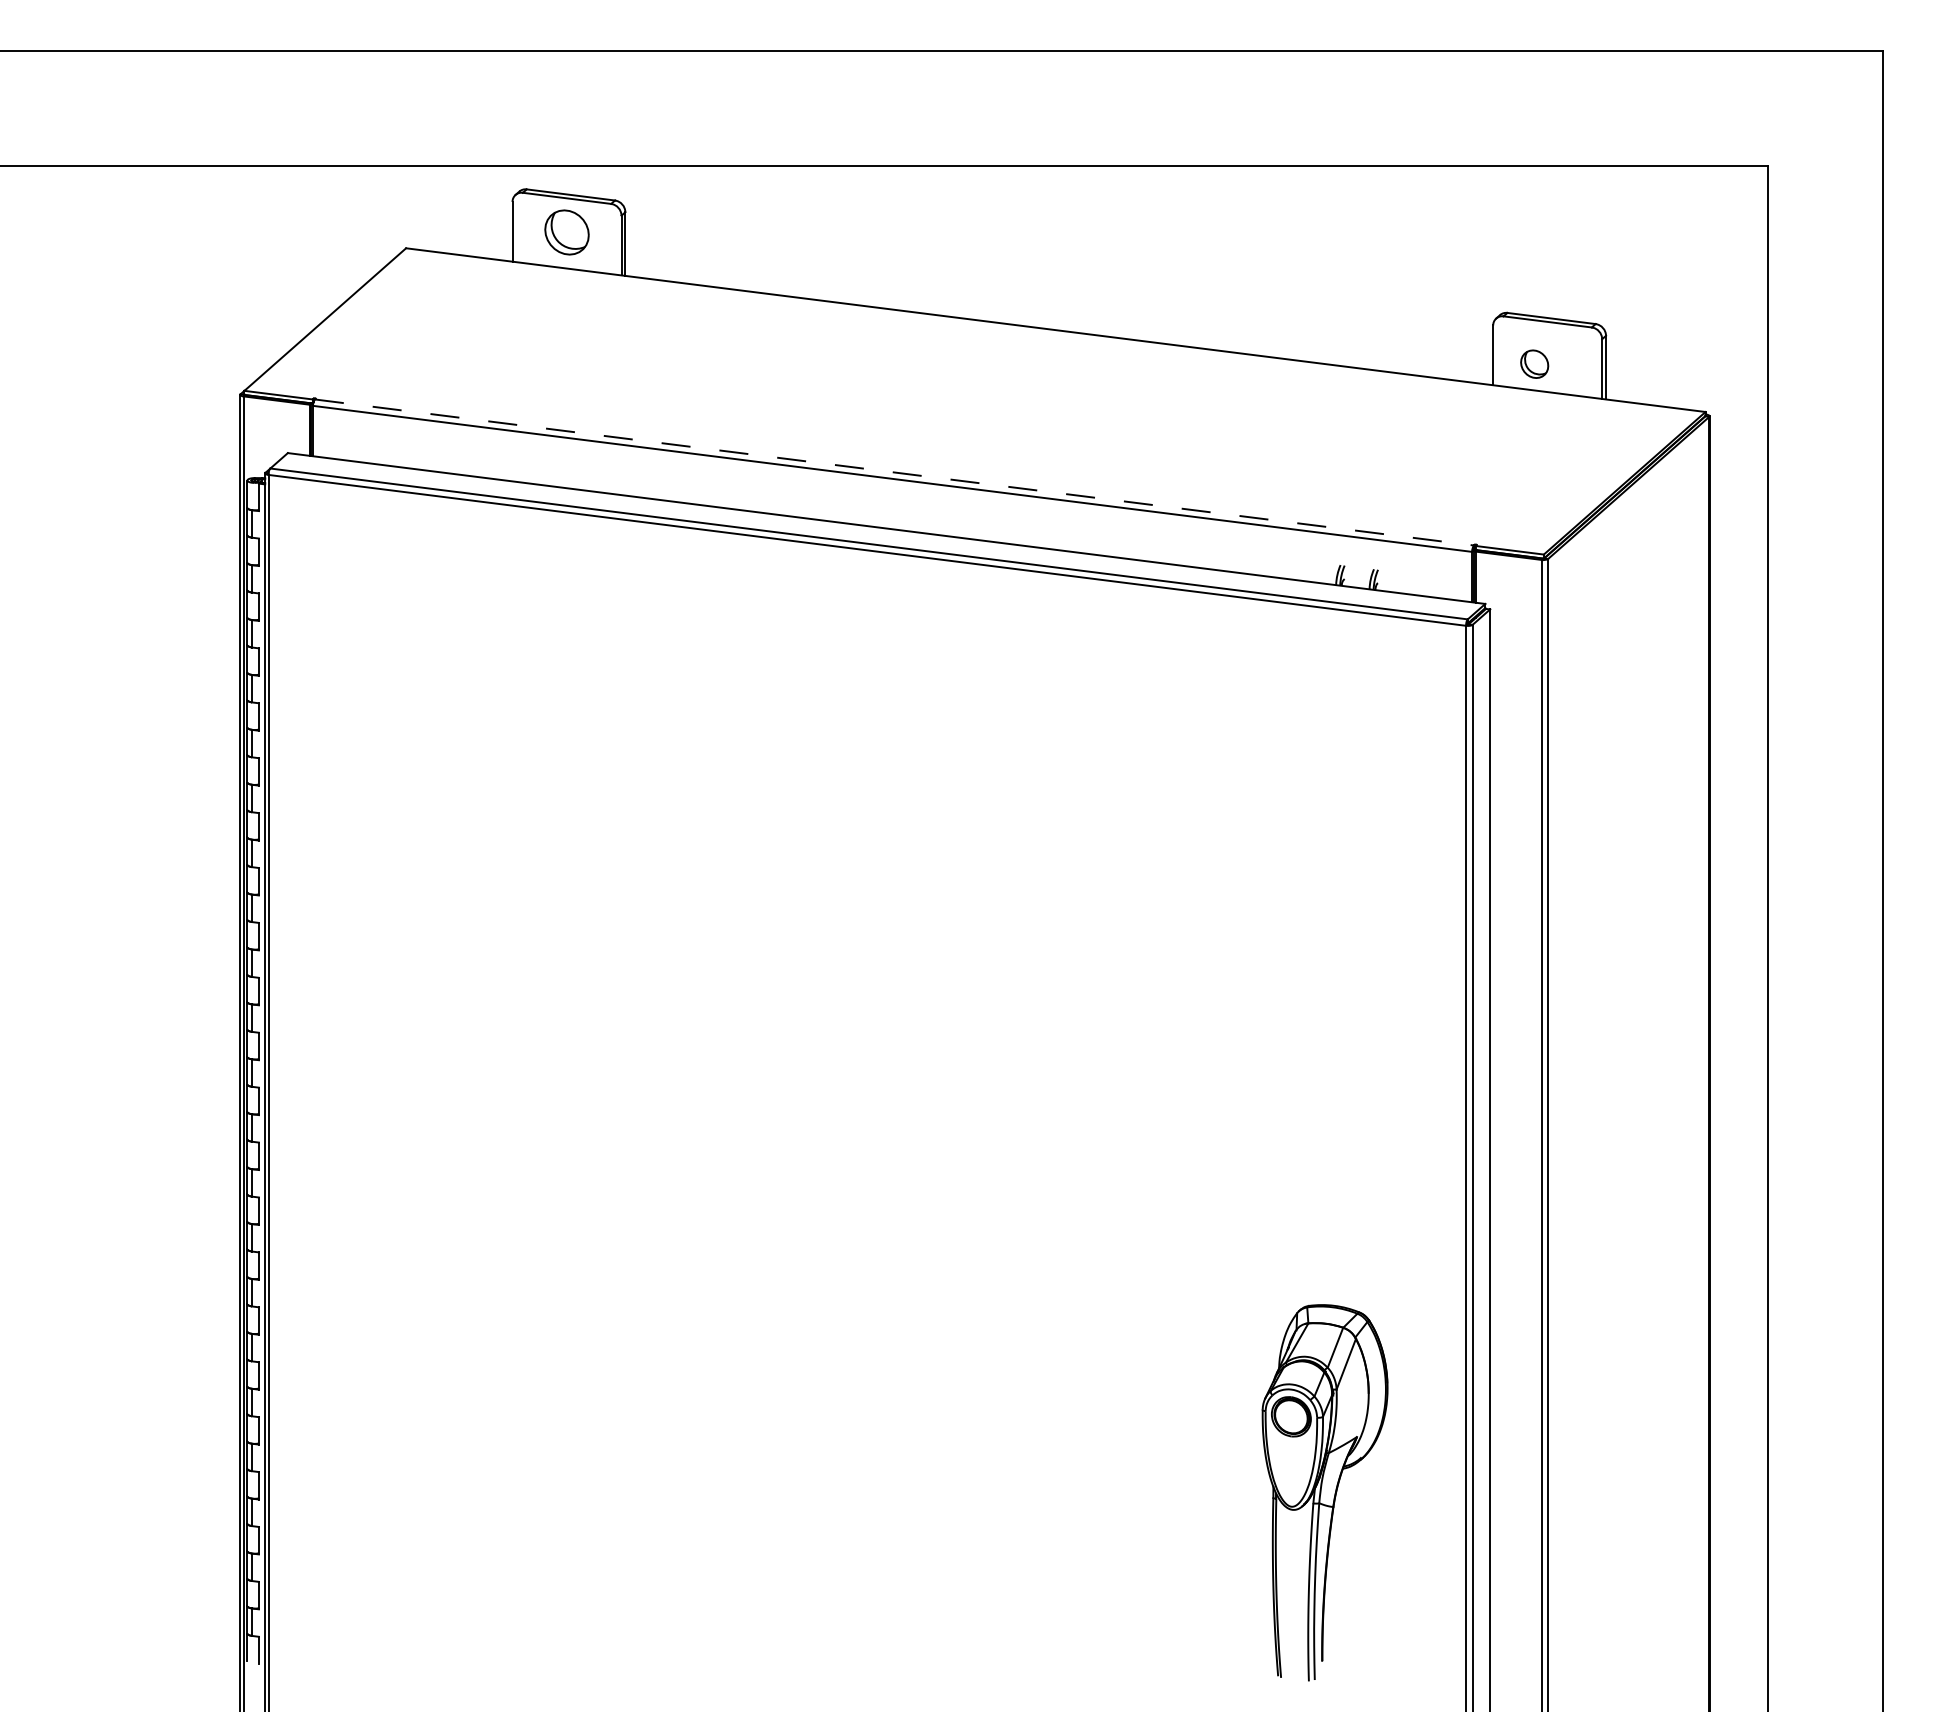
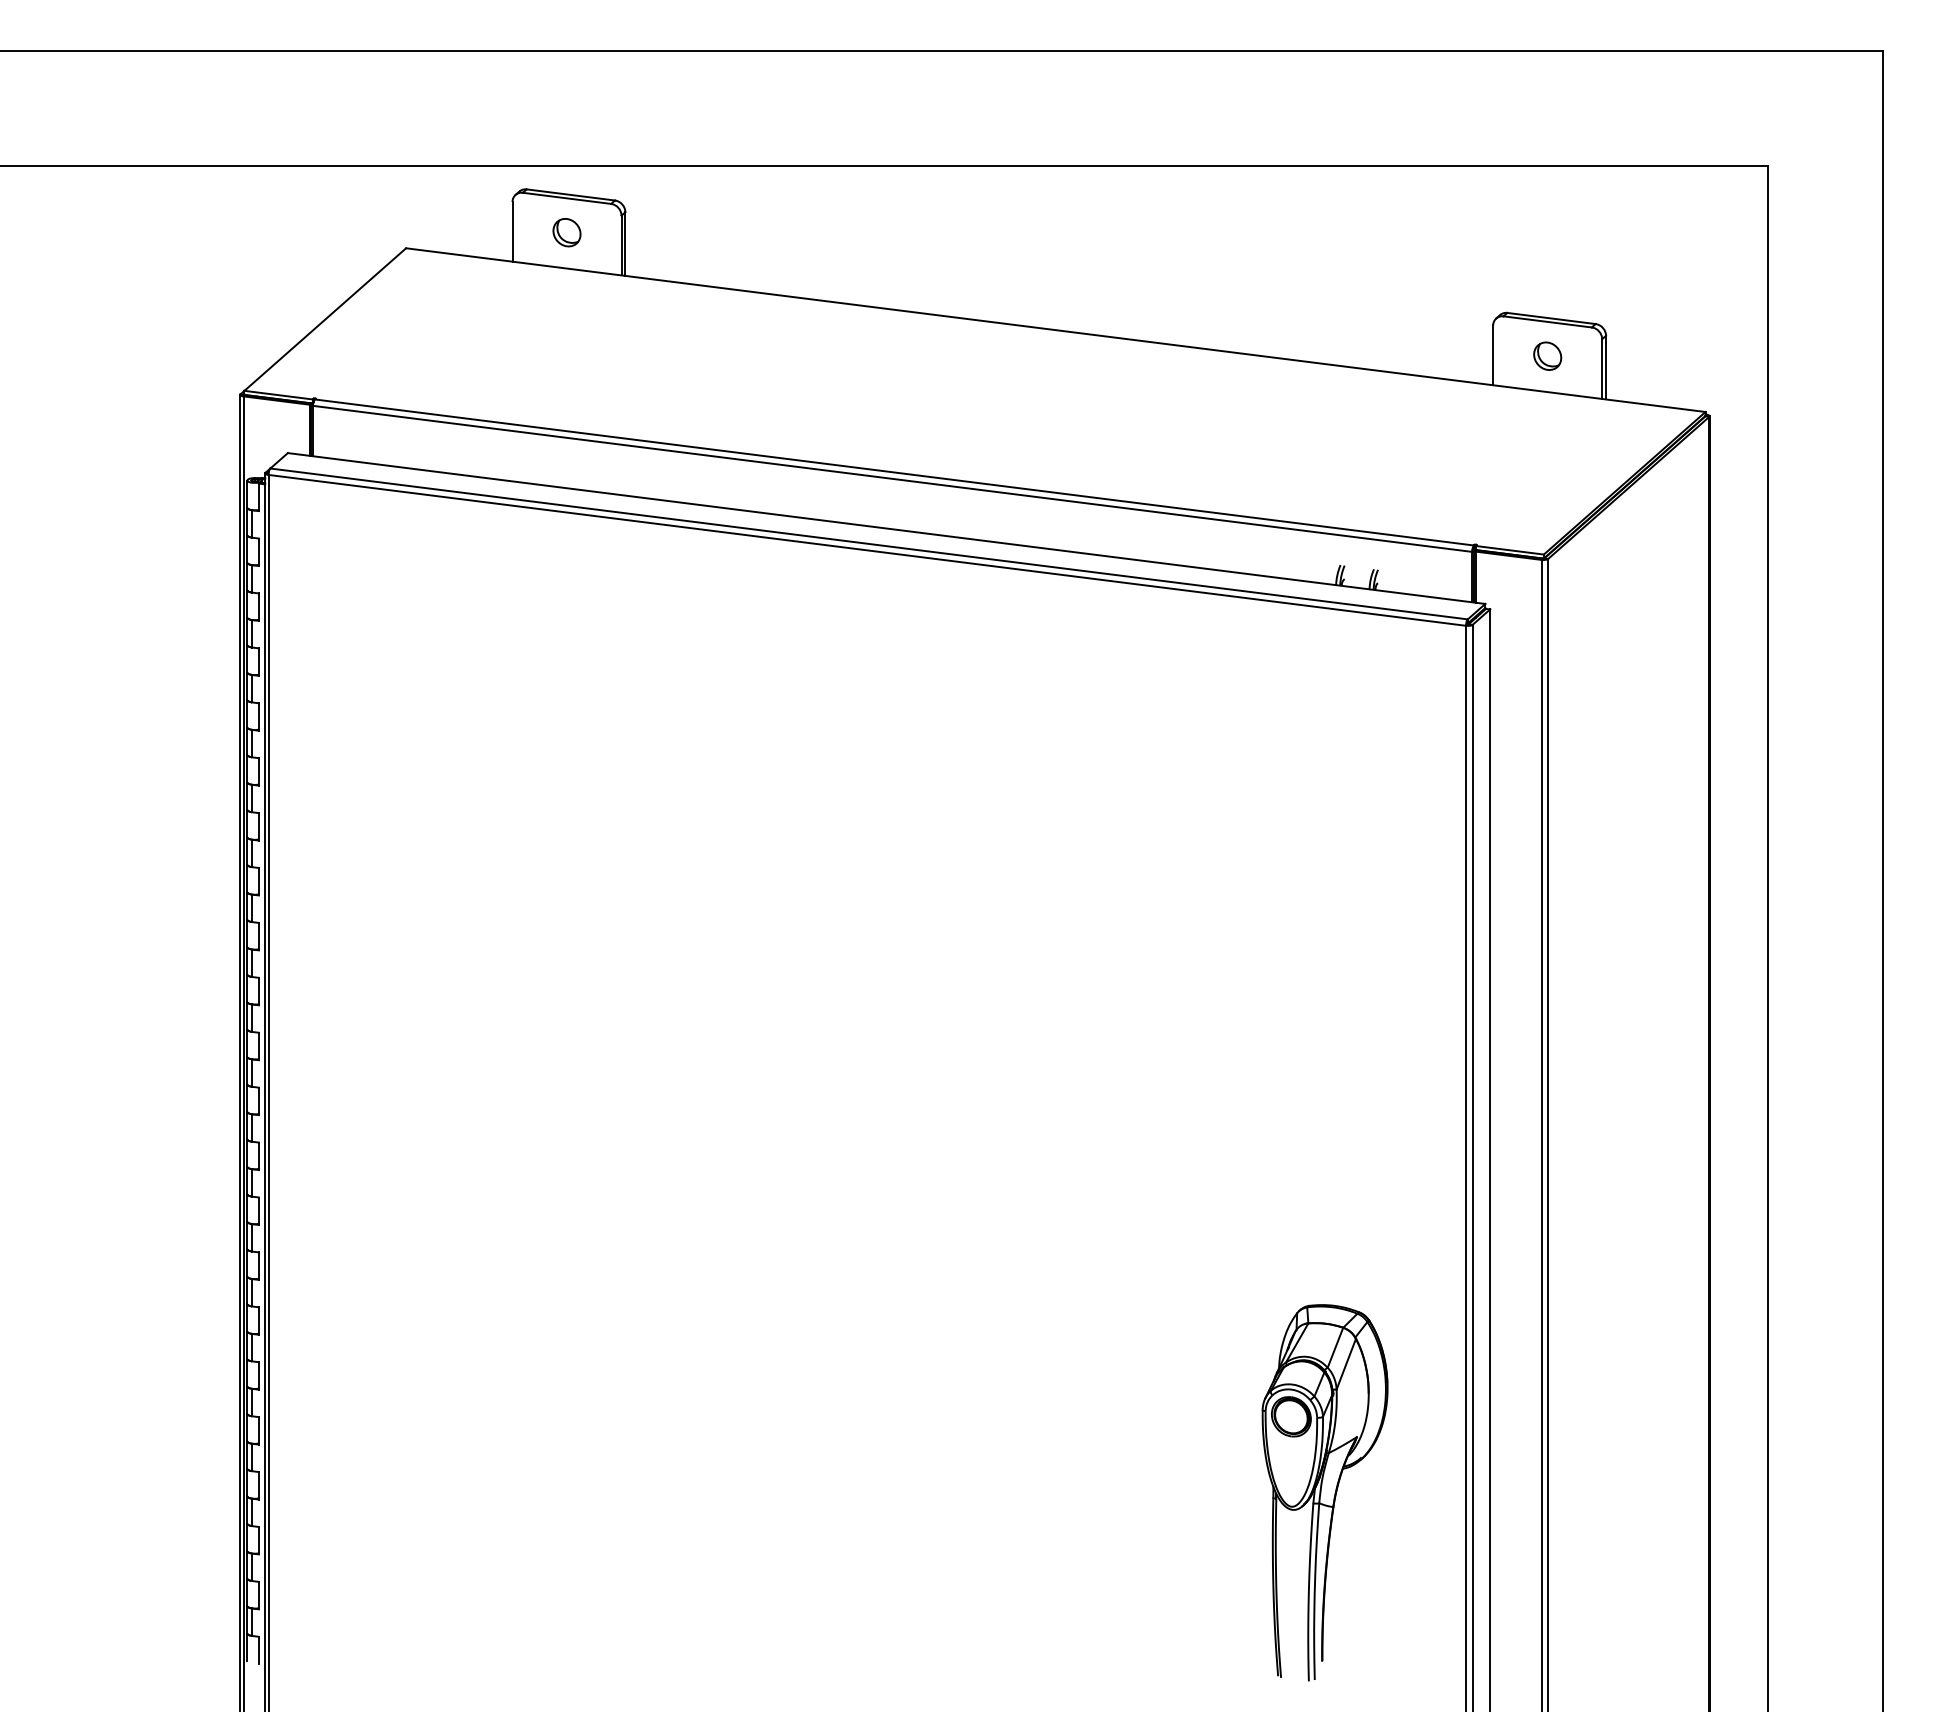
part at (566, 232) size: 46x47 px -> 30x30 px
part at (1534, 363) position: (1534, 363) -> (1547, 355)
line at (894, 472): dashed -> solid
